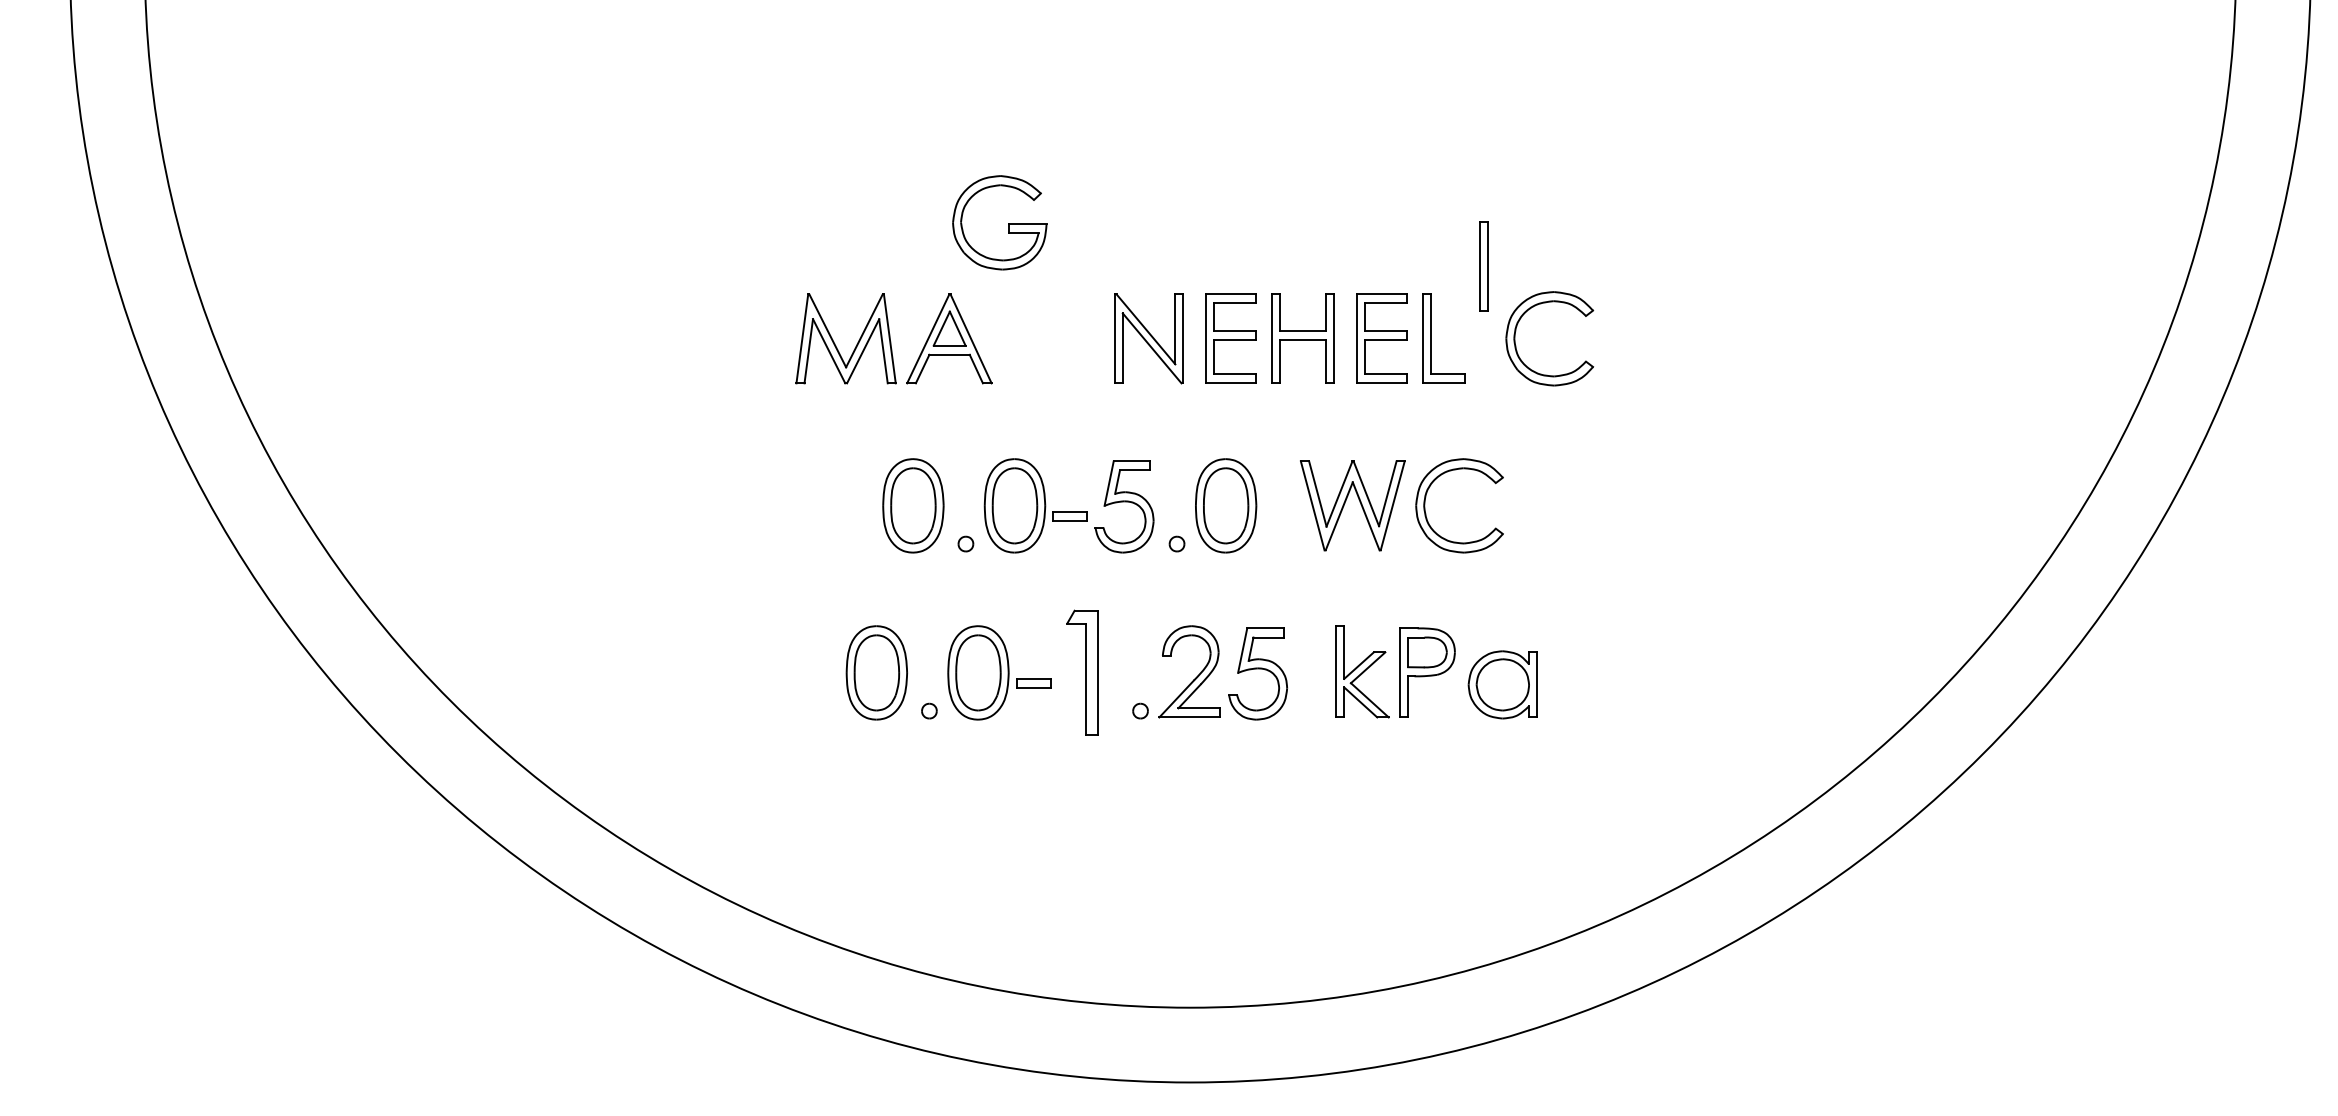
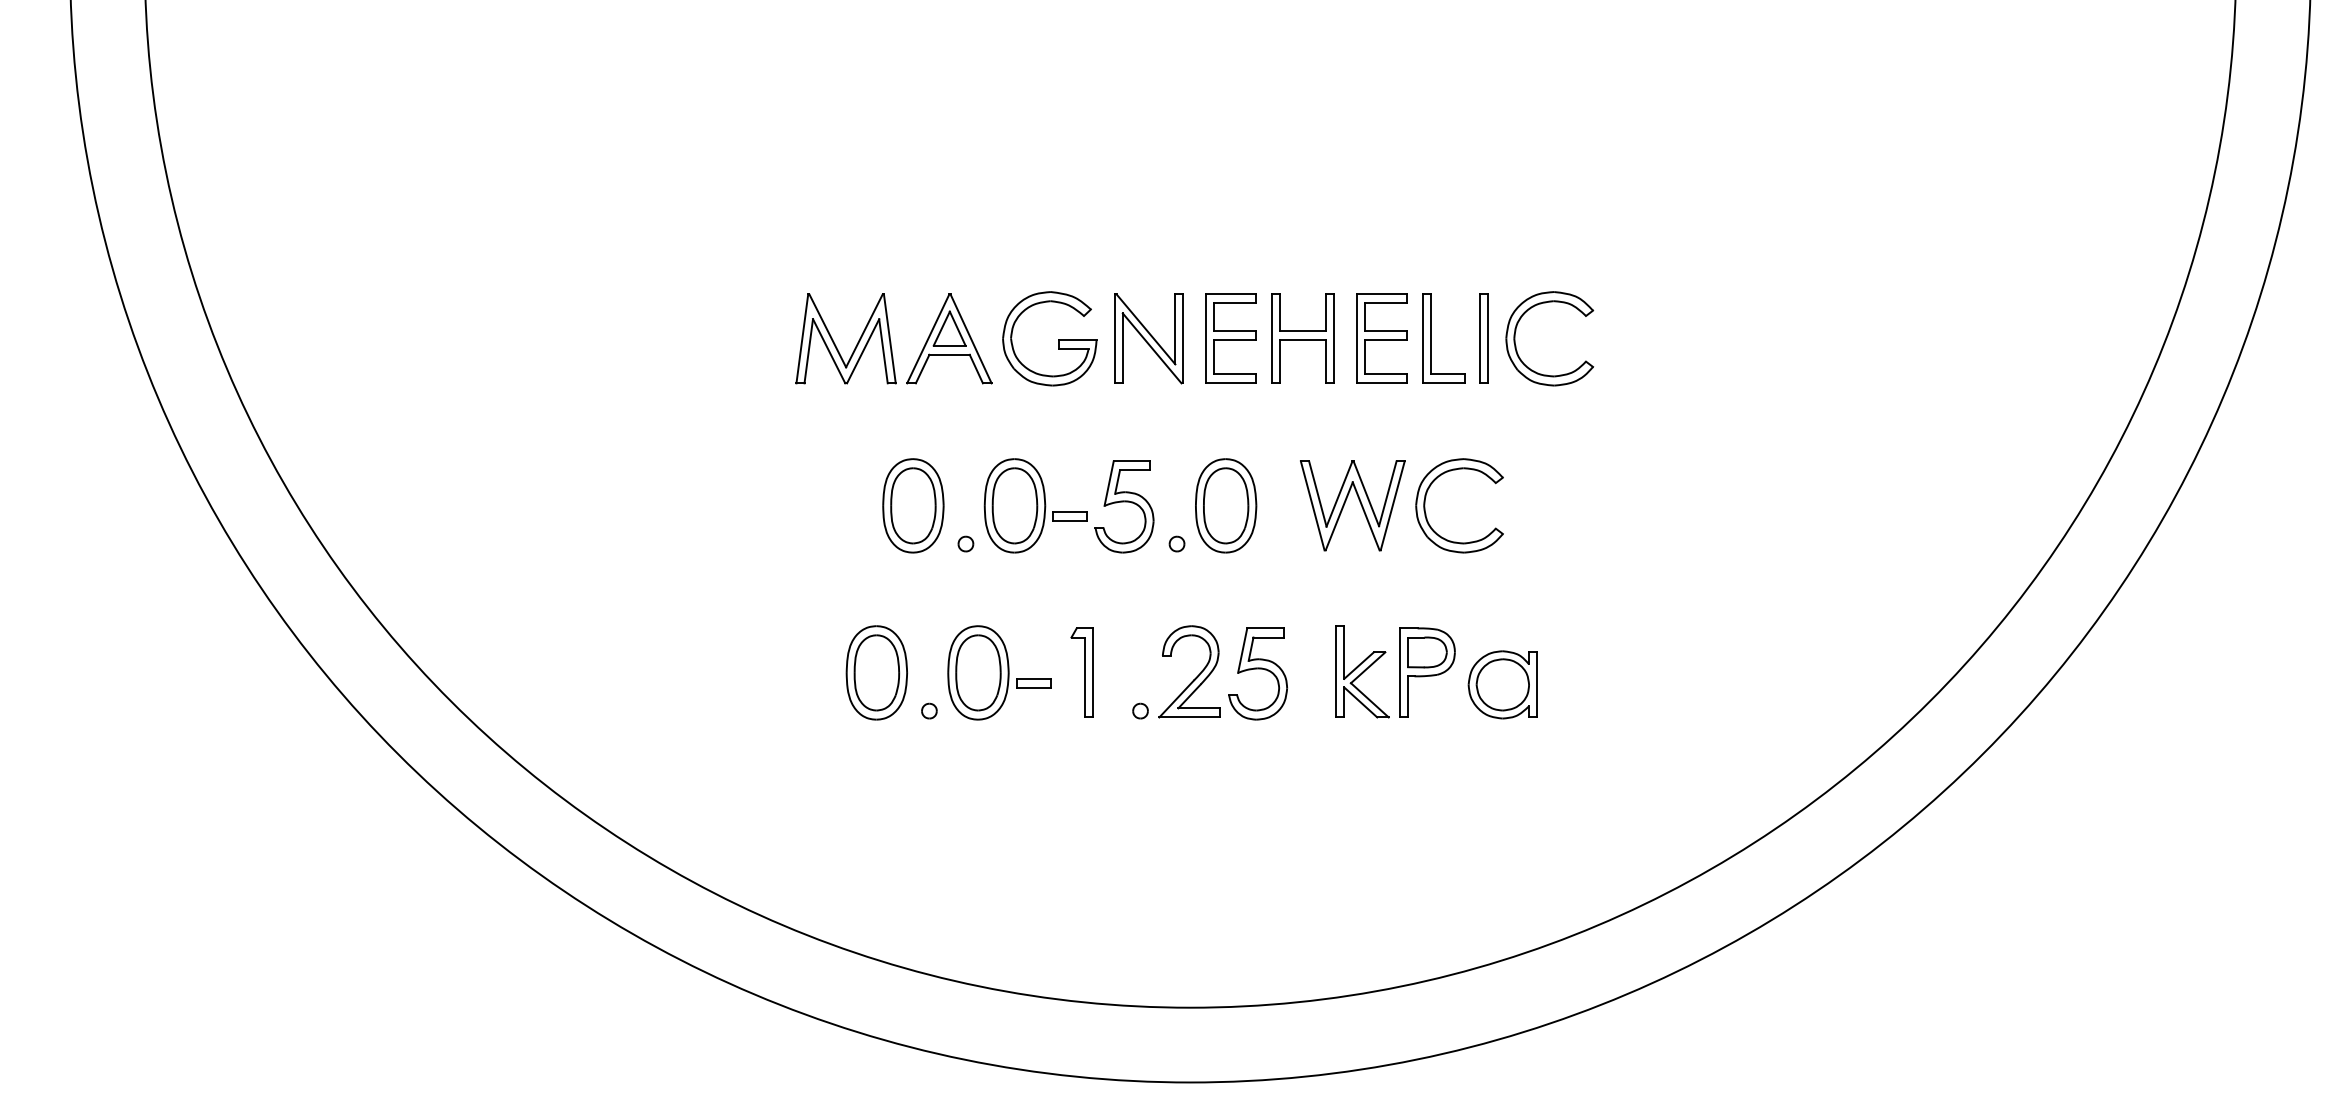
part at (1008, 223) position: (1008, 223) -> (1058, 339)
part at (1483, 266) position: (1483, 266) -> (1483, 338)
part at (1082, 672) size: 33x127 px -> 24x91 px
